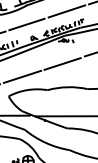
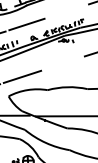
line at (66, 11): present -> none
line at (62, 63): present -> none
